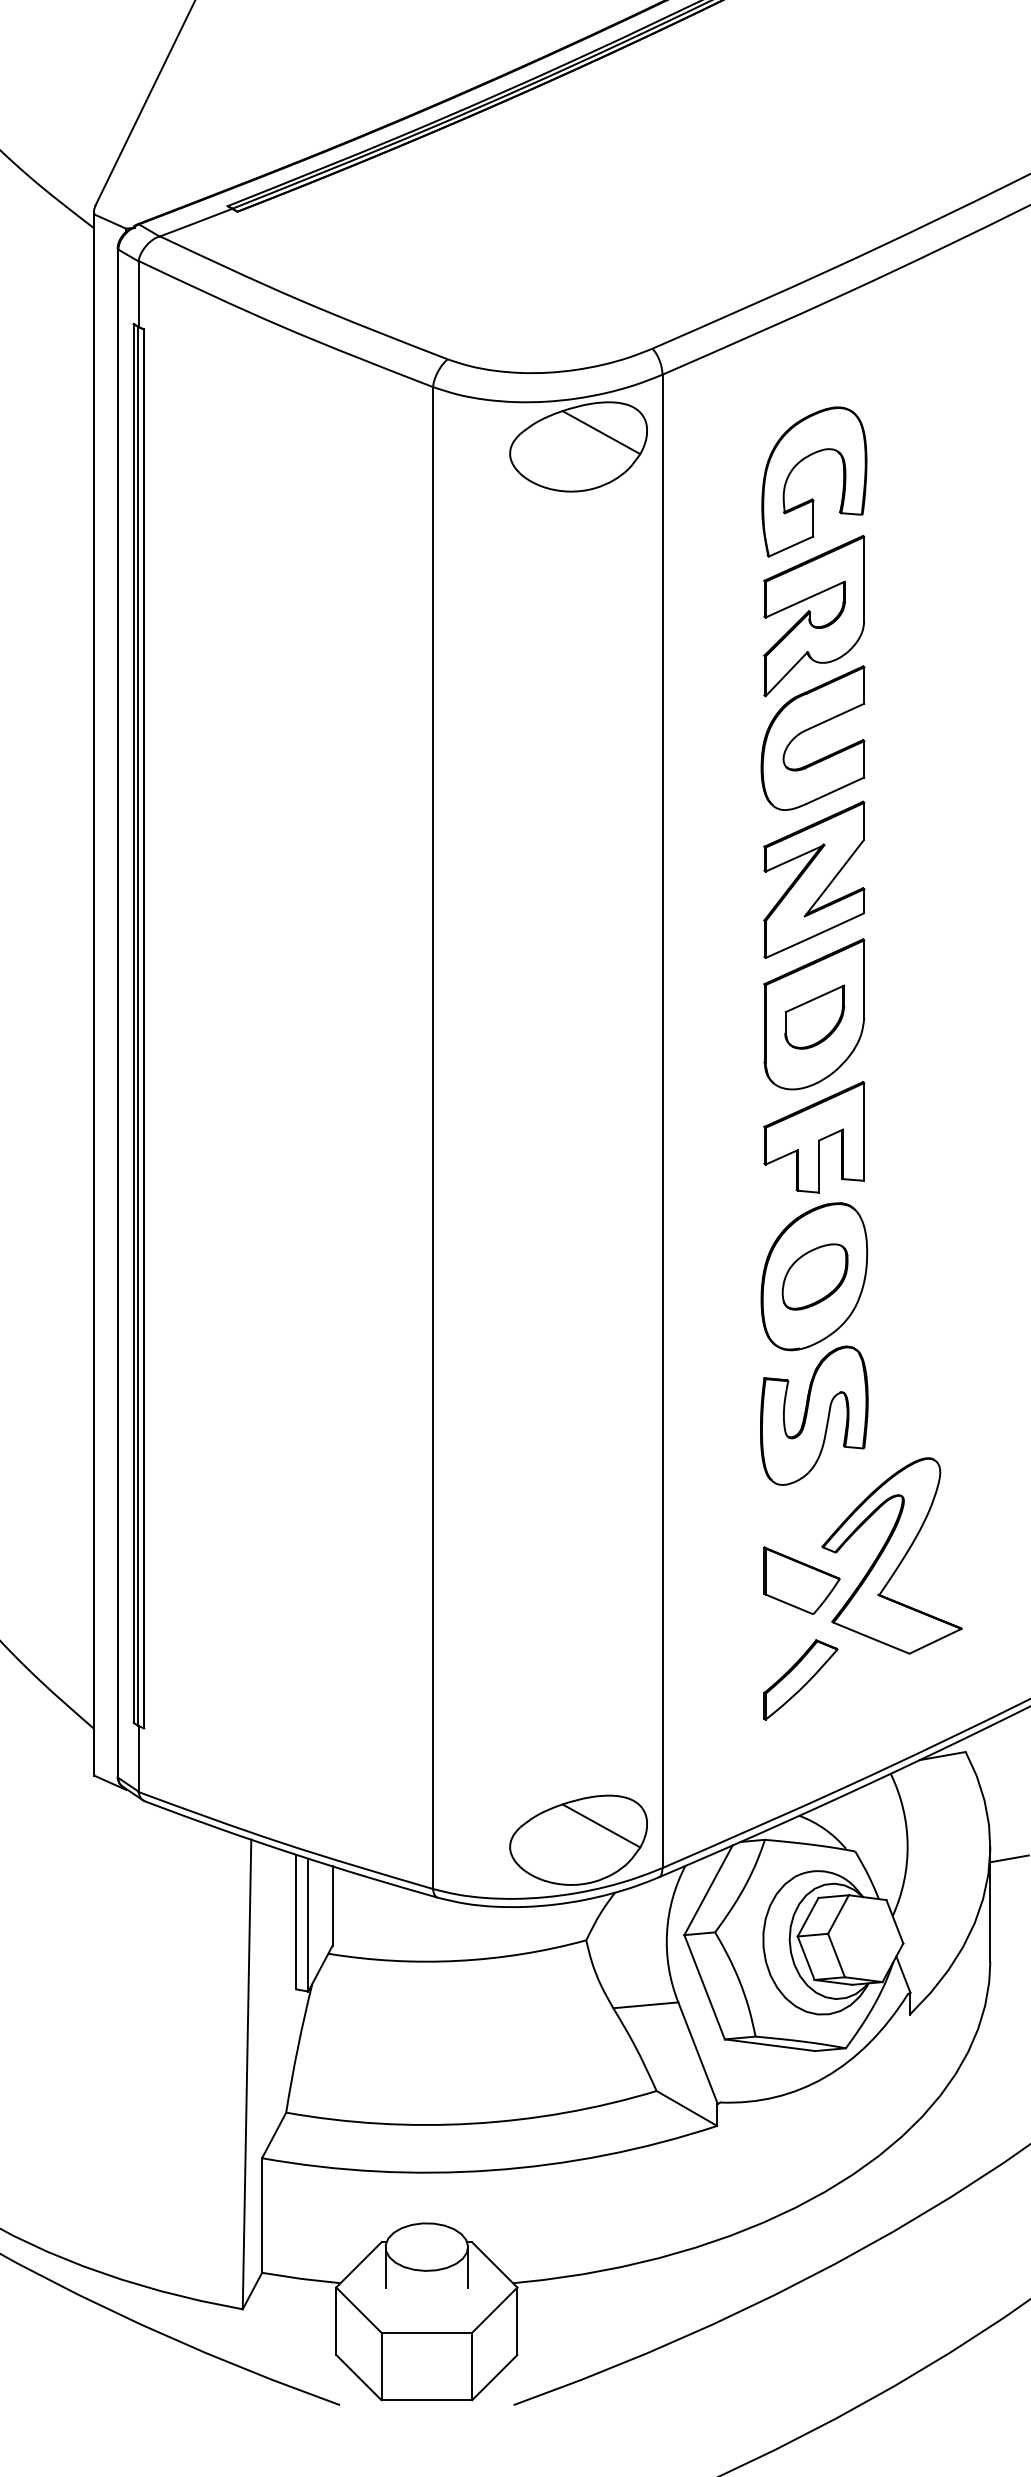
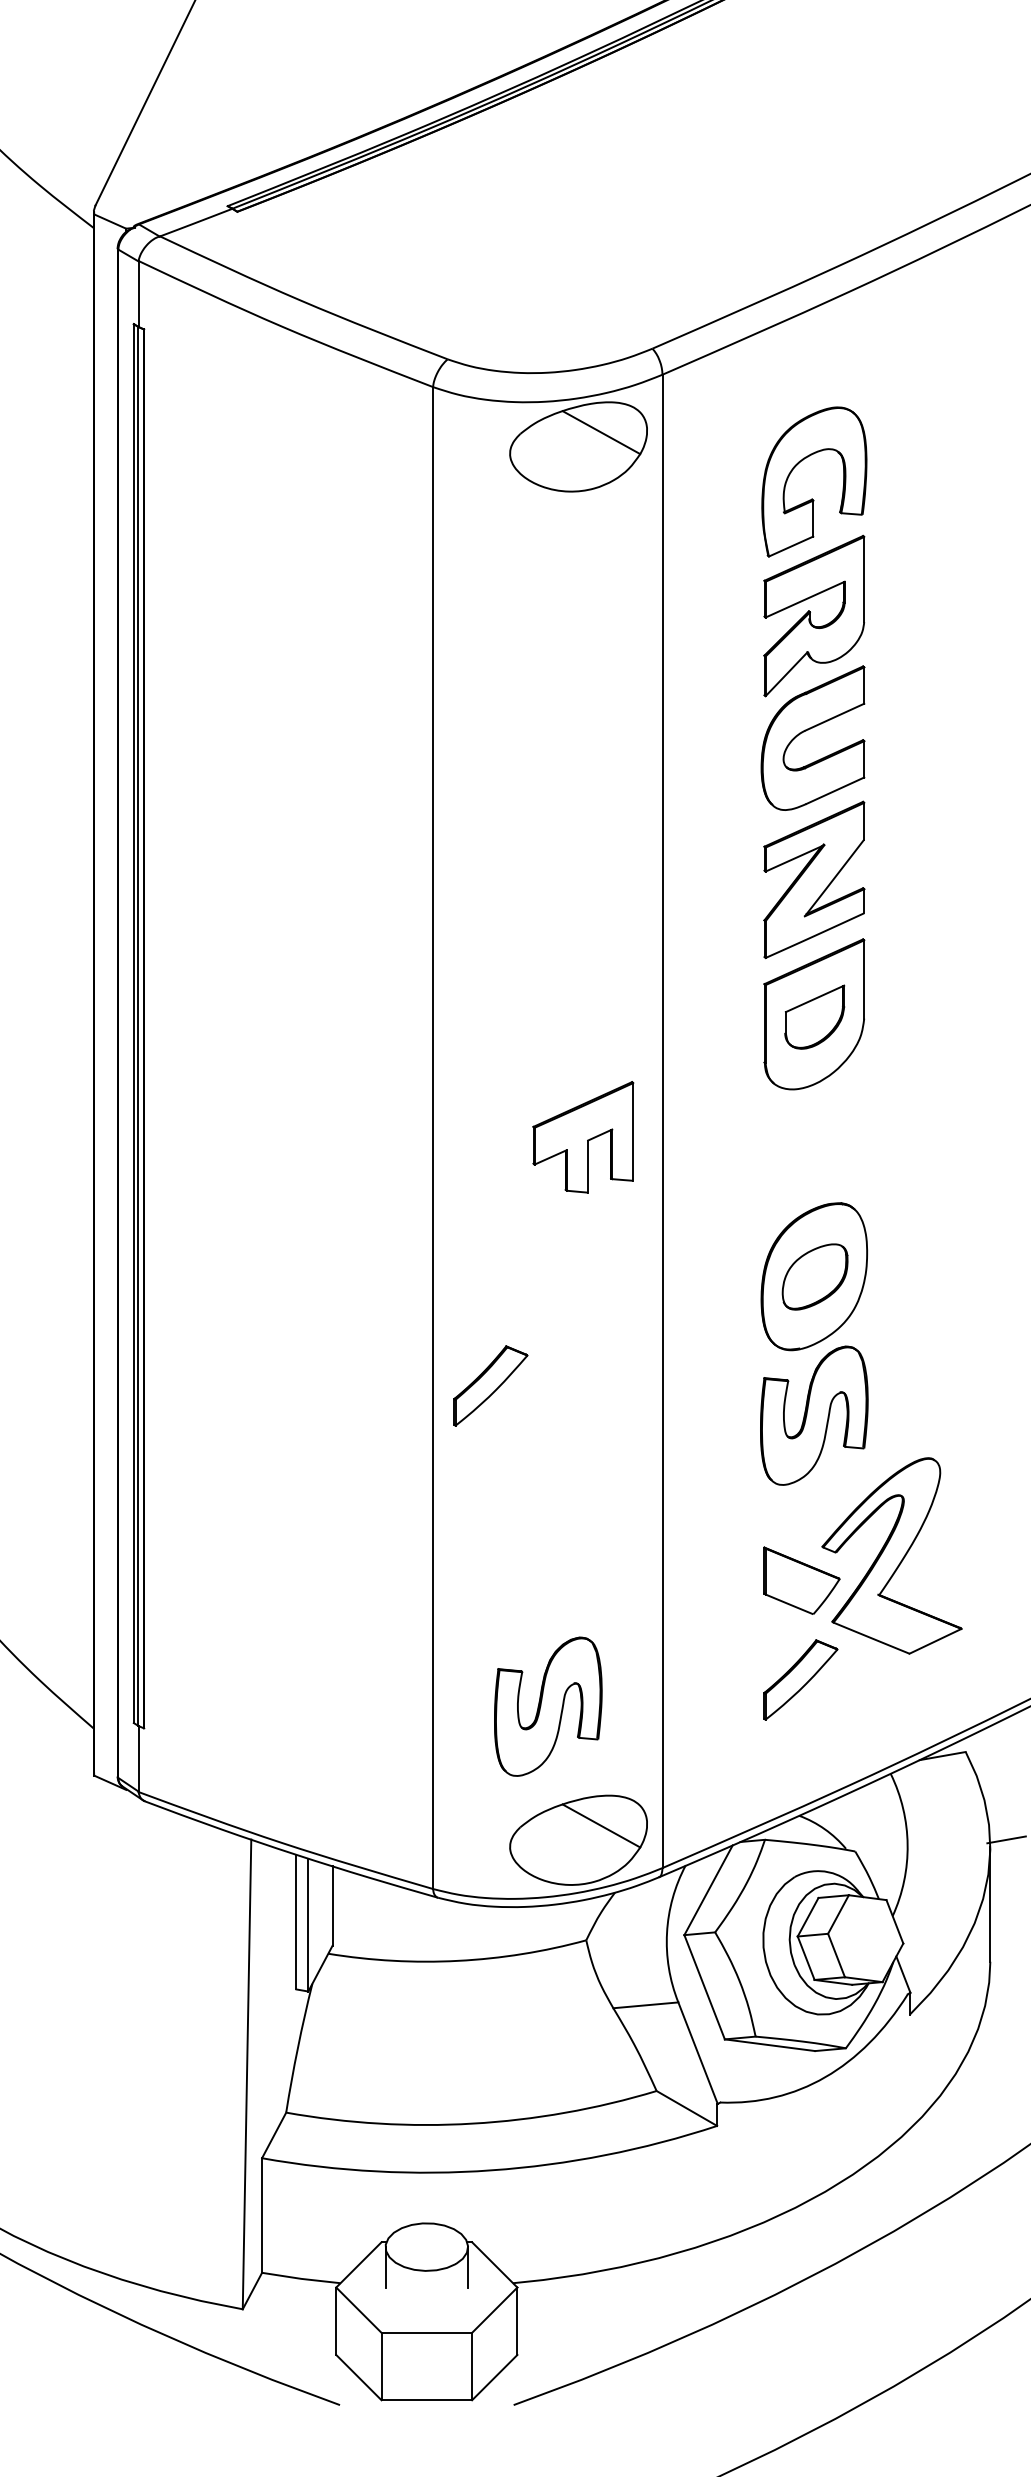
part at (814, 1137) position: (814, 1137) -> (583, 1137)
part at (490, 1385): none -> present
part at (548, 1706): none -> present
line at (1008, 1858) position: (1008, 1858) -> (1006, 1839)
